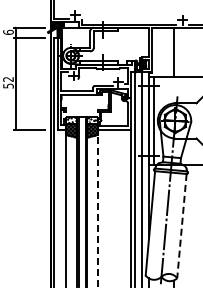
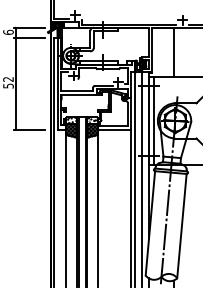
line at (97, 210): dashed -> solid
line at (181, 226): dashed -> solid
